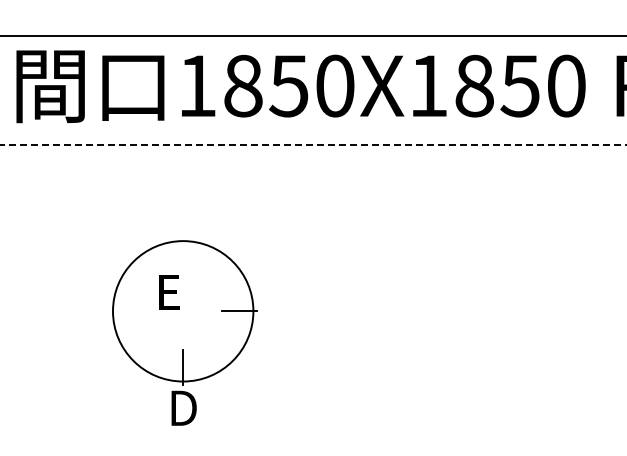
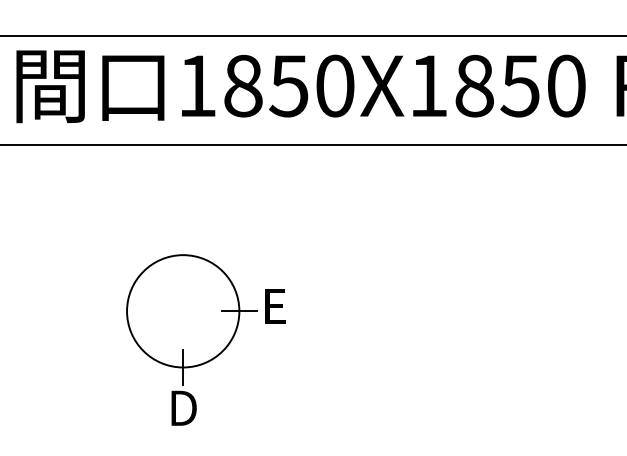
line at (313, 145): dashed -> solid
text at (169, 292) position: (169, 292) -> (275, 306)
circle at (182, 311) diameter: 140 px -> 112 px
